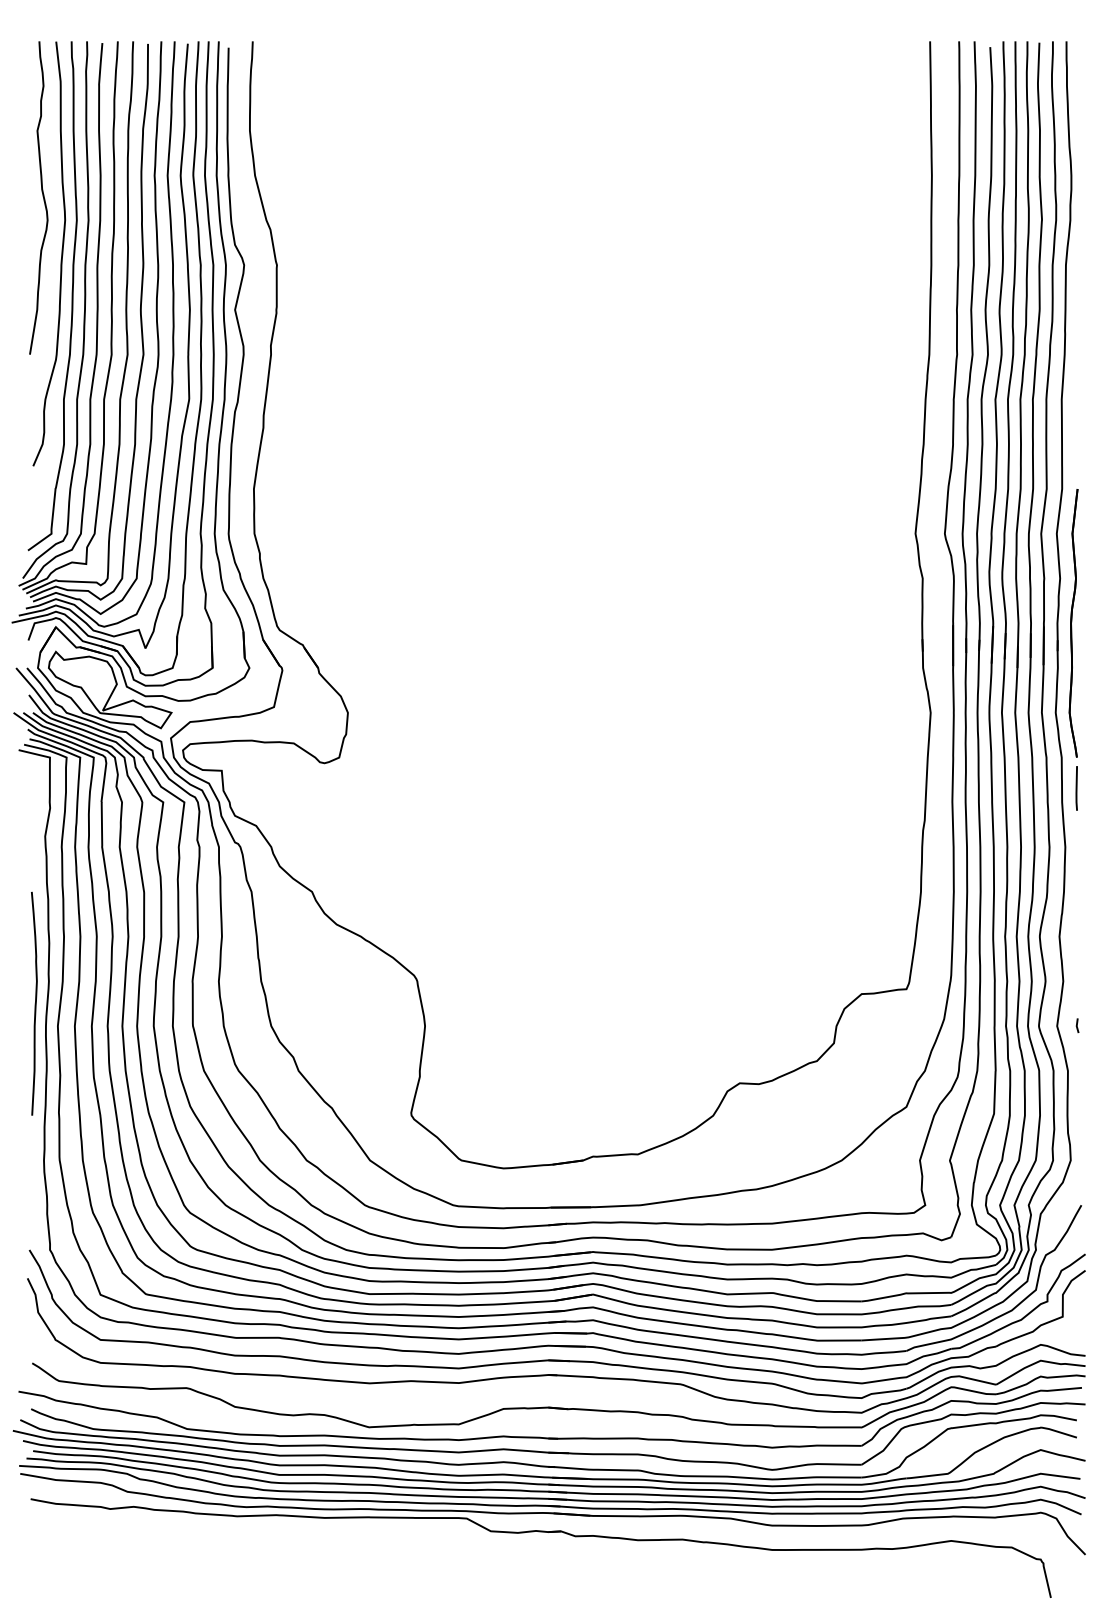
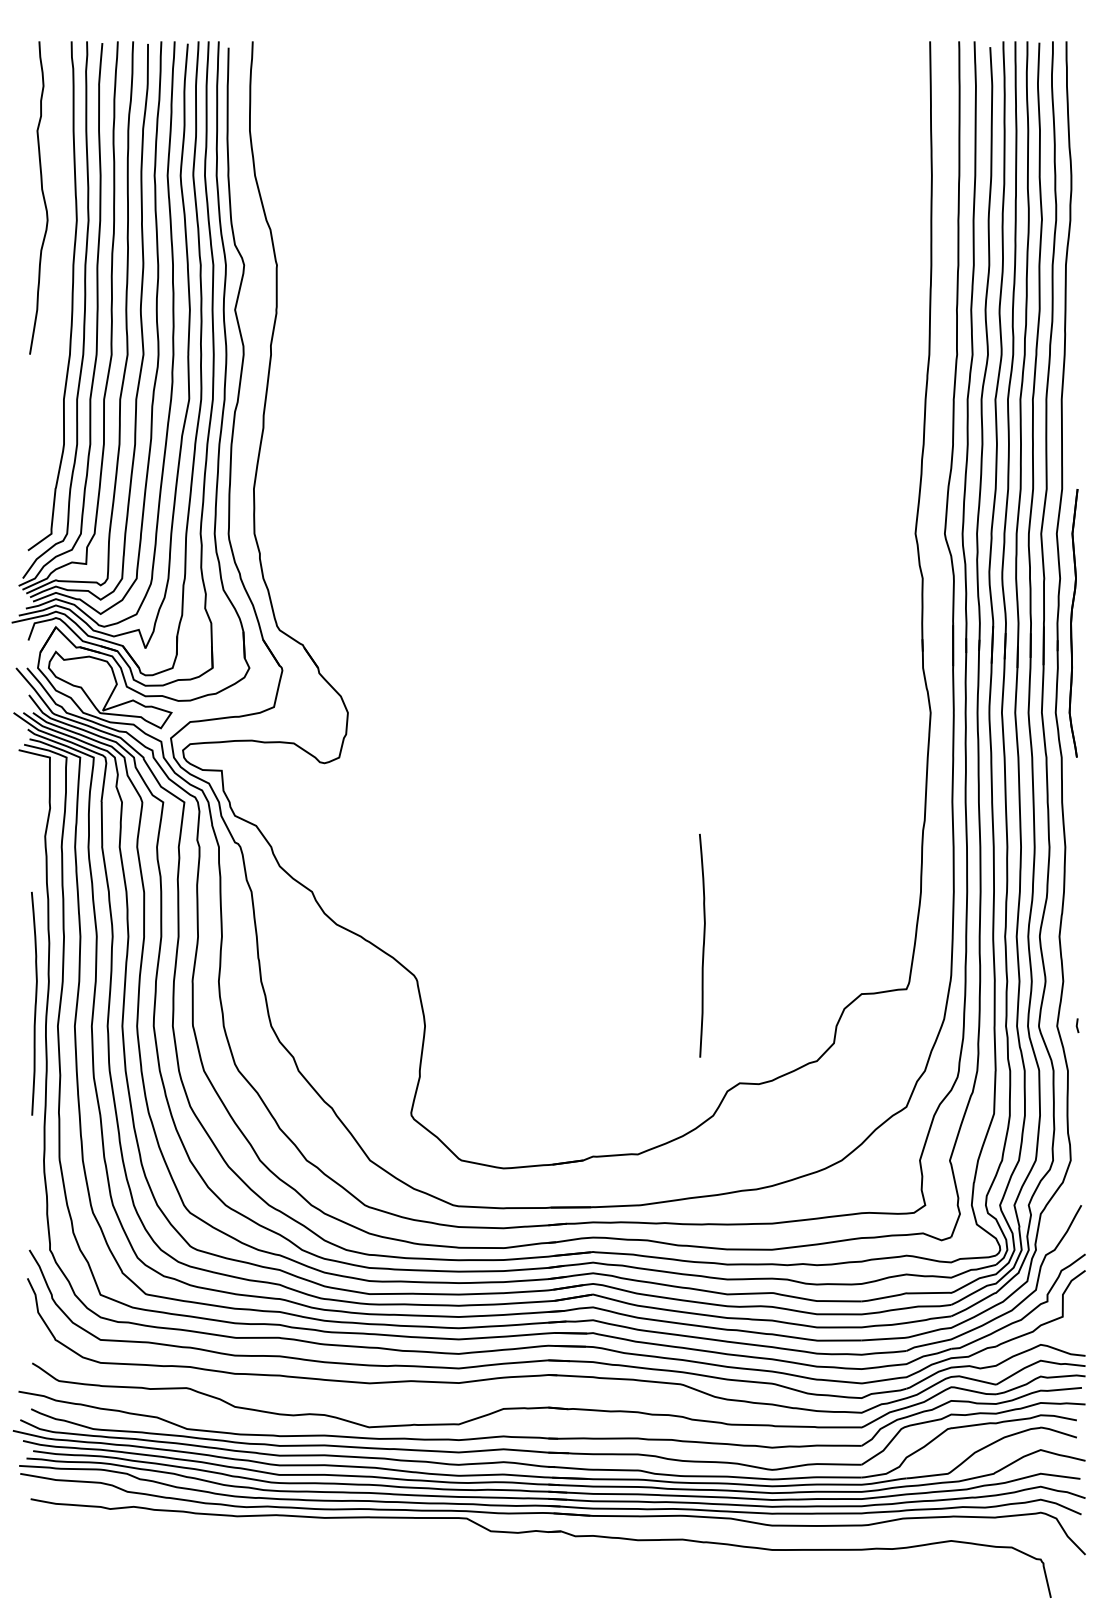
curve at (61, 253): present -> none
line at (1076, 788): present -> none
curve at (702, 945): none -> present
